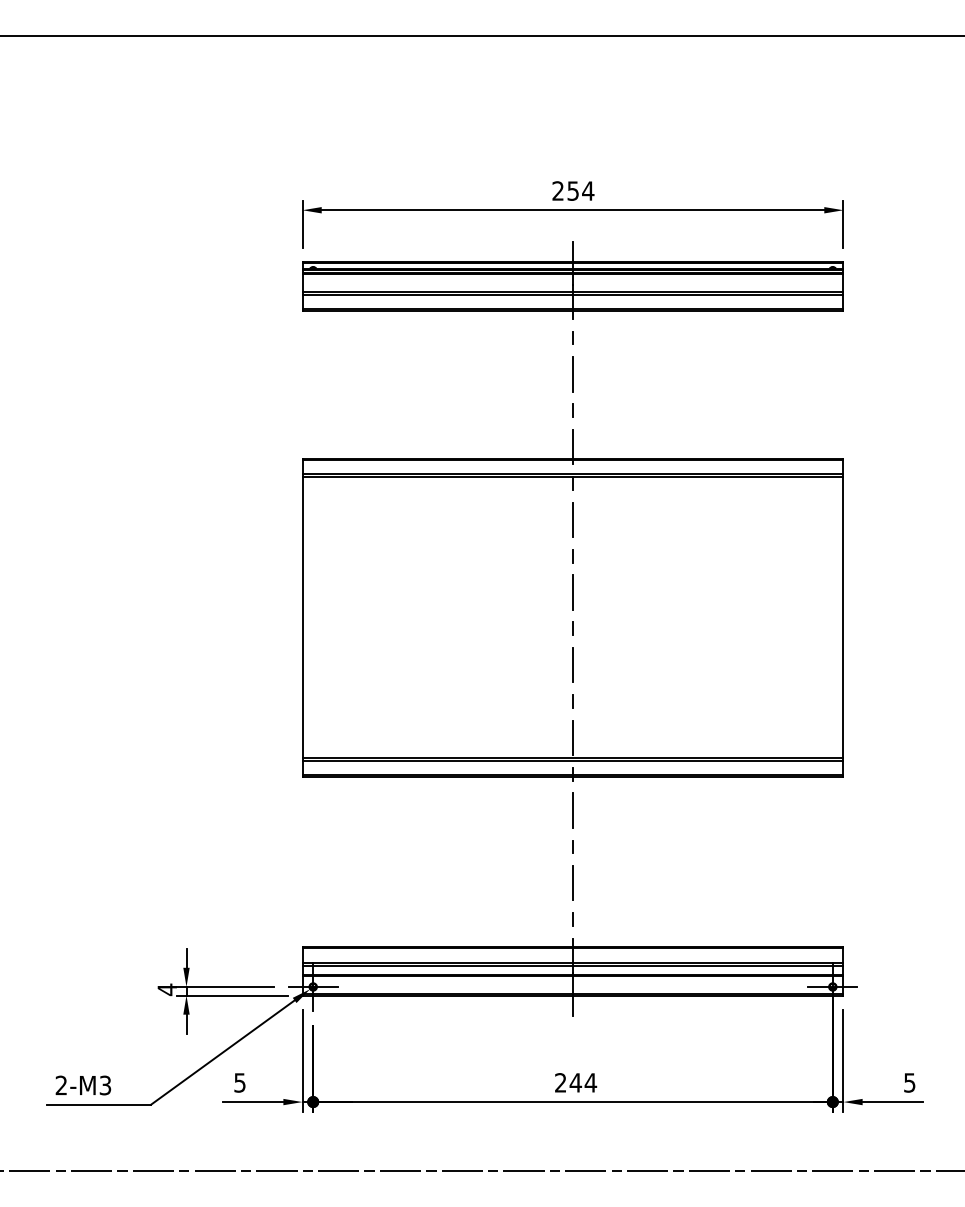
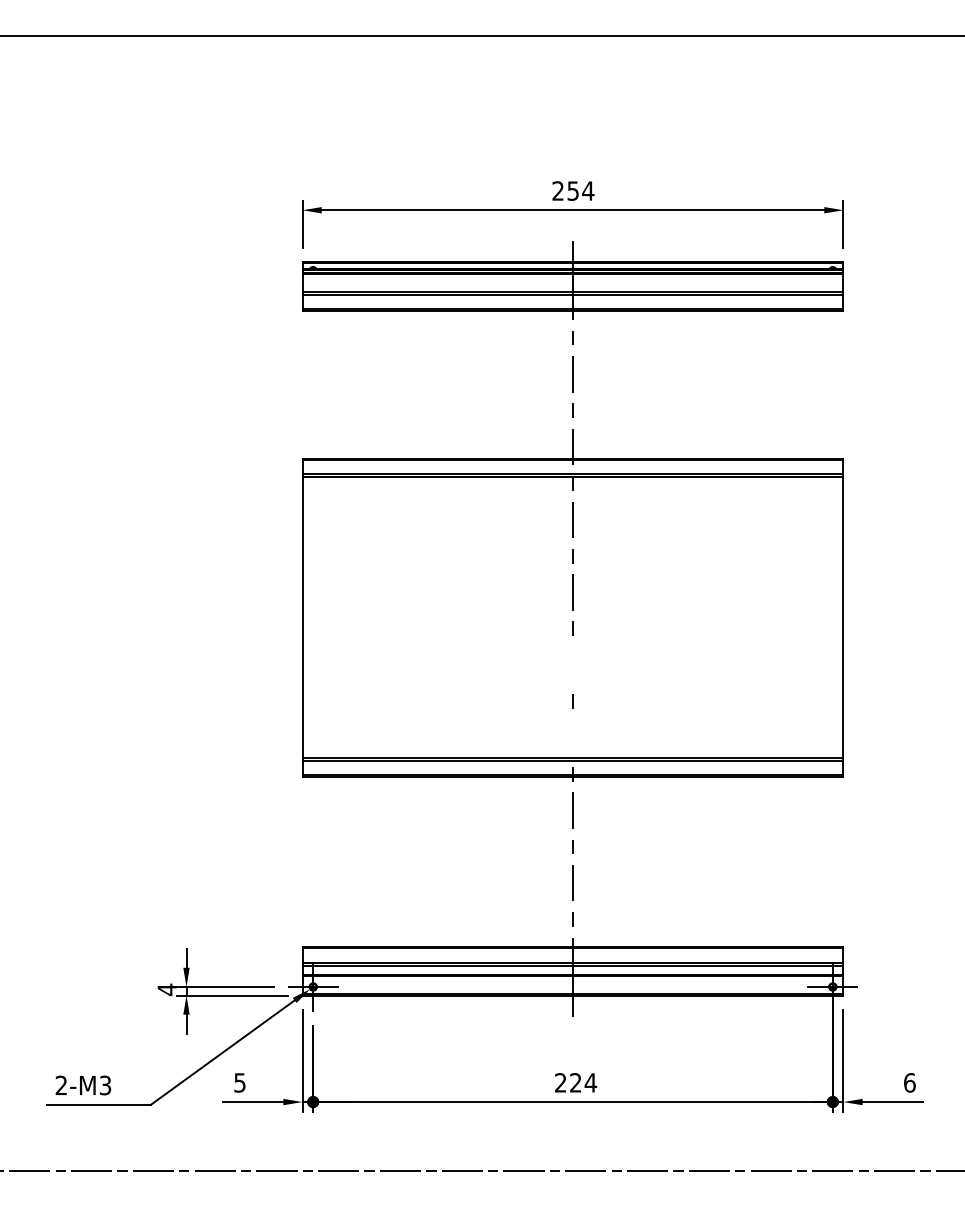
line at (572, 664): present -> none
line at (573, 737): present -> none
text at (575, 1082): 244 -> 224
text at (909, 1082): 5 -> 6
